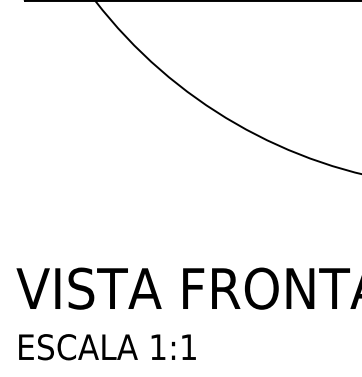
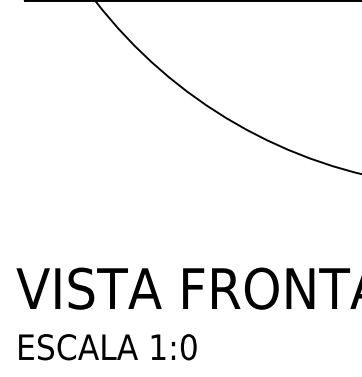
text at (188, 347): 1:1 -> 1:0
